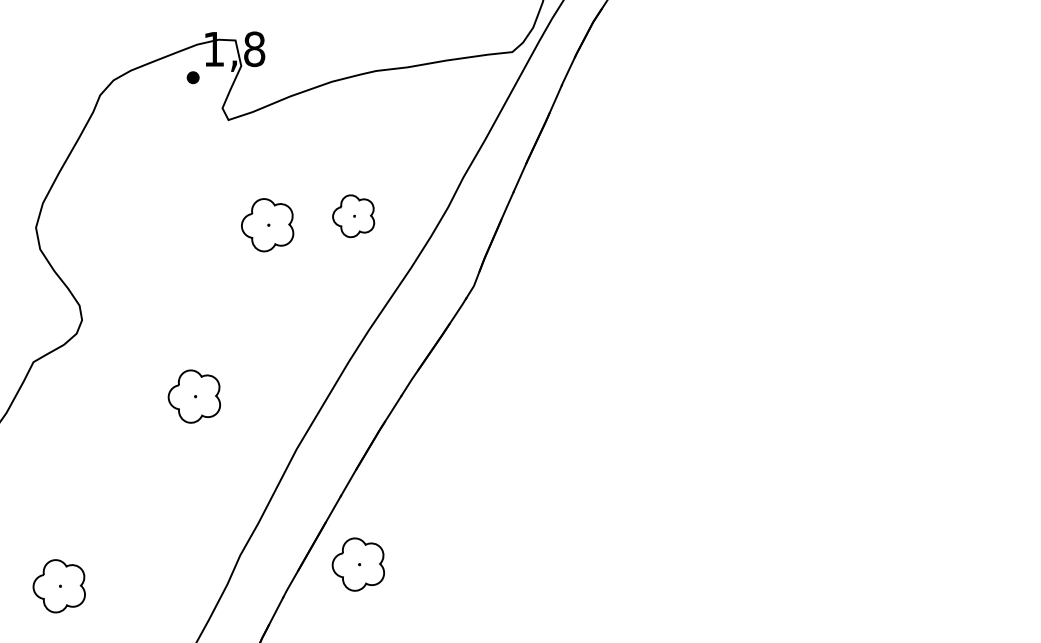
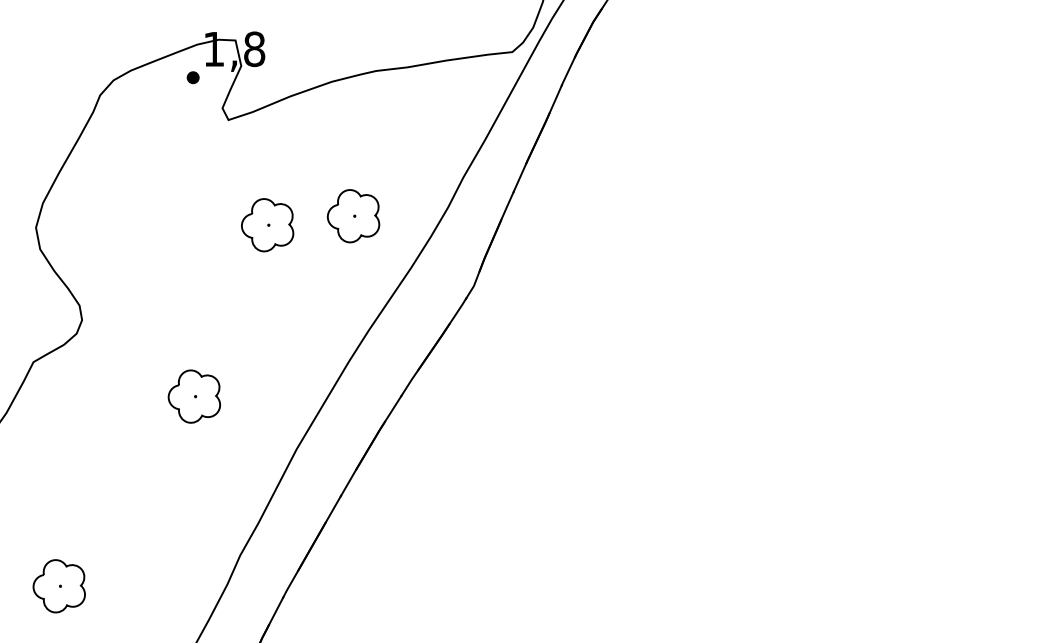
part at (353, 216) size: 44x45 px -> 54x55 px
part at (357, 564): present -> none
